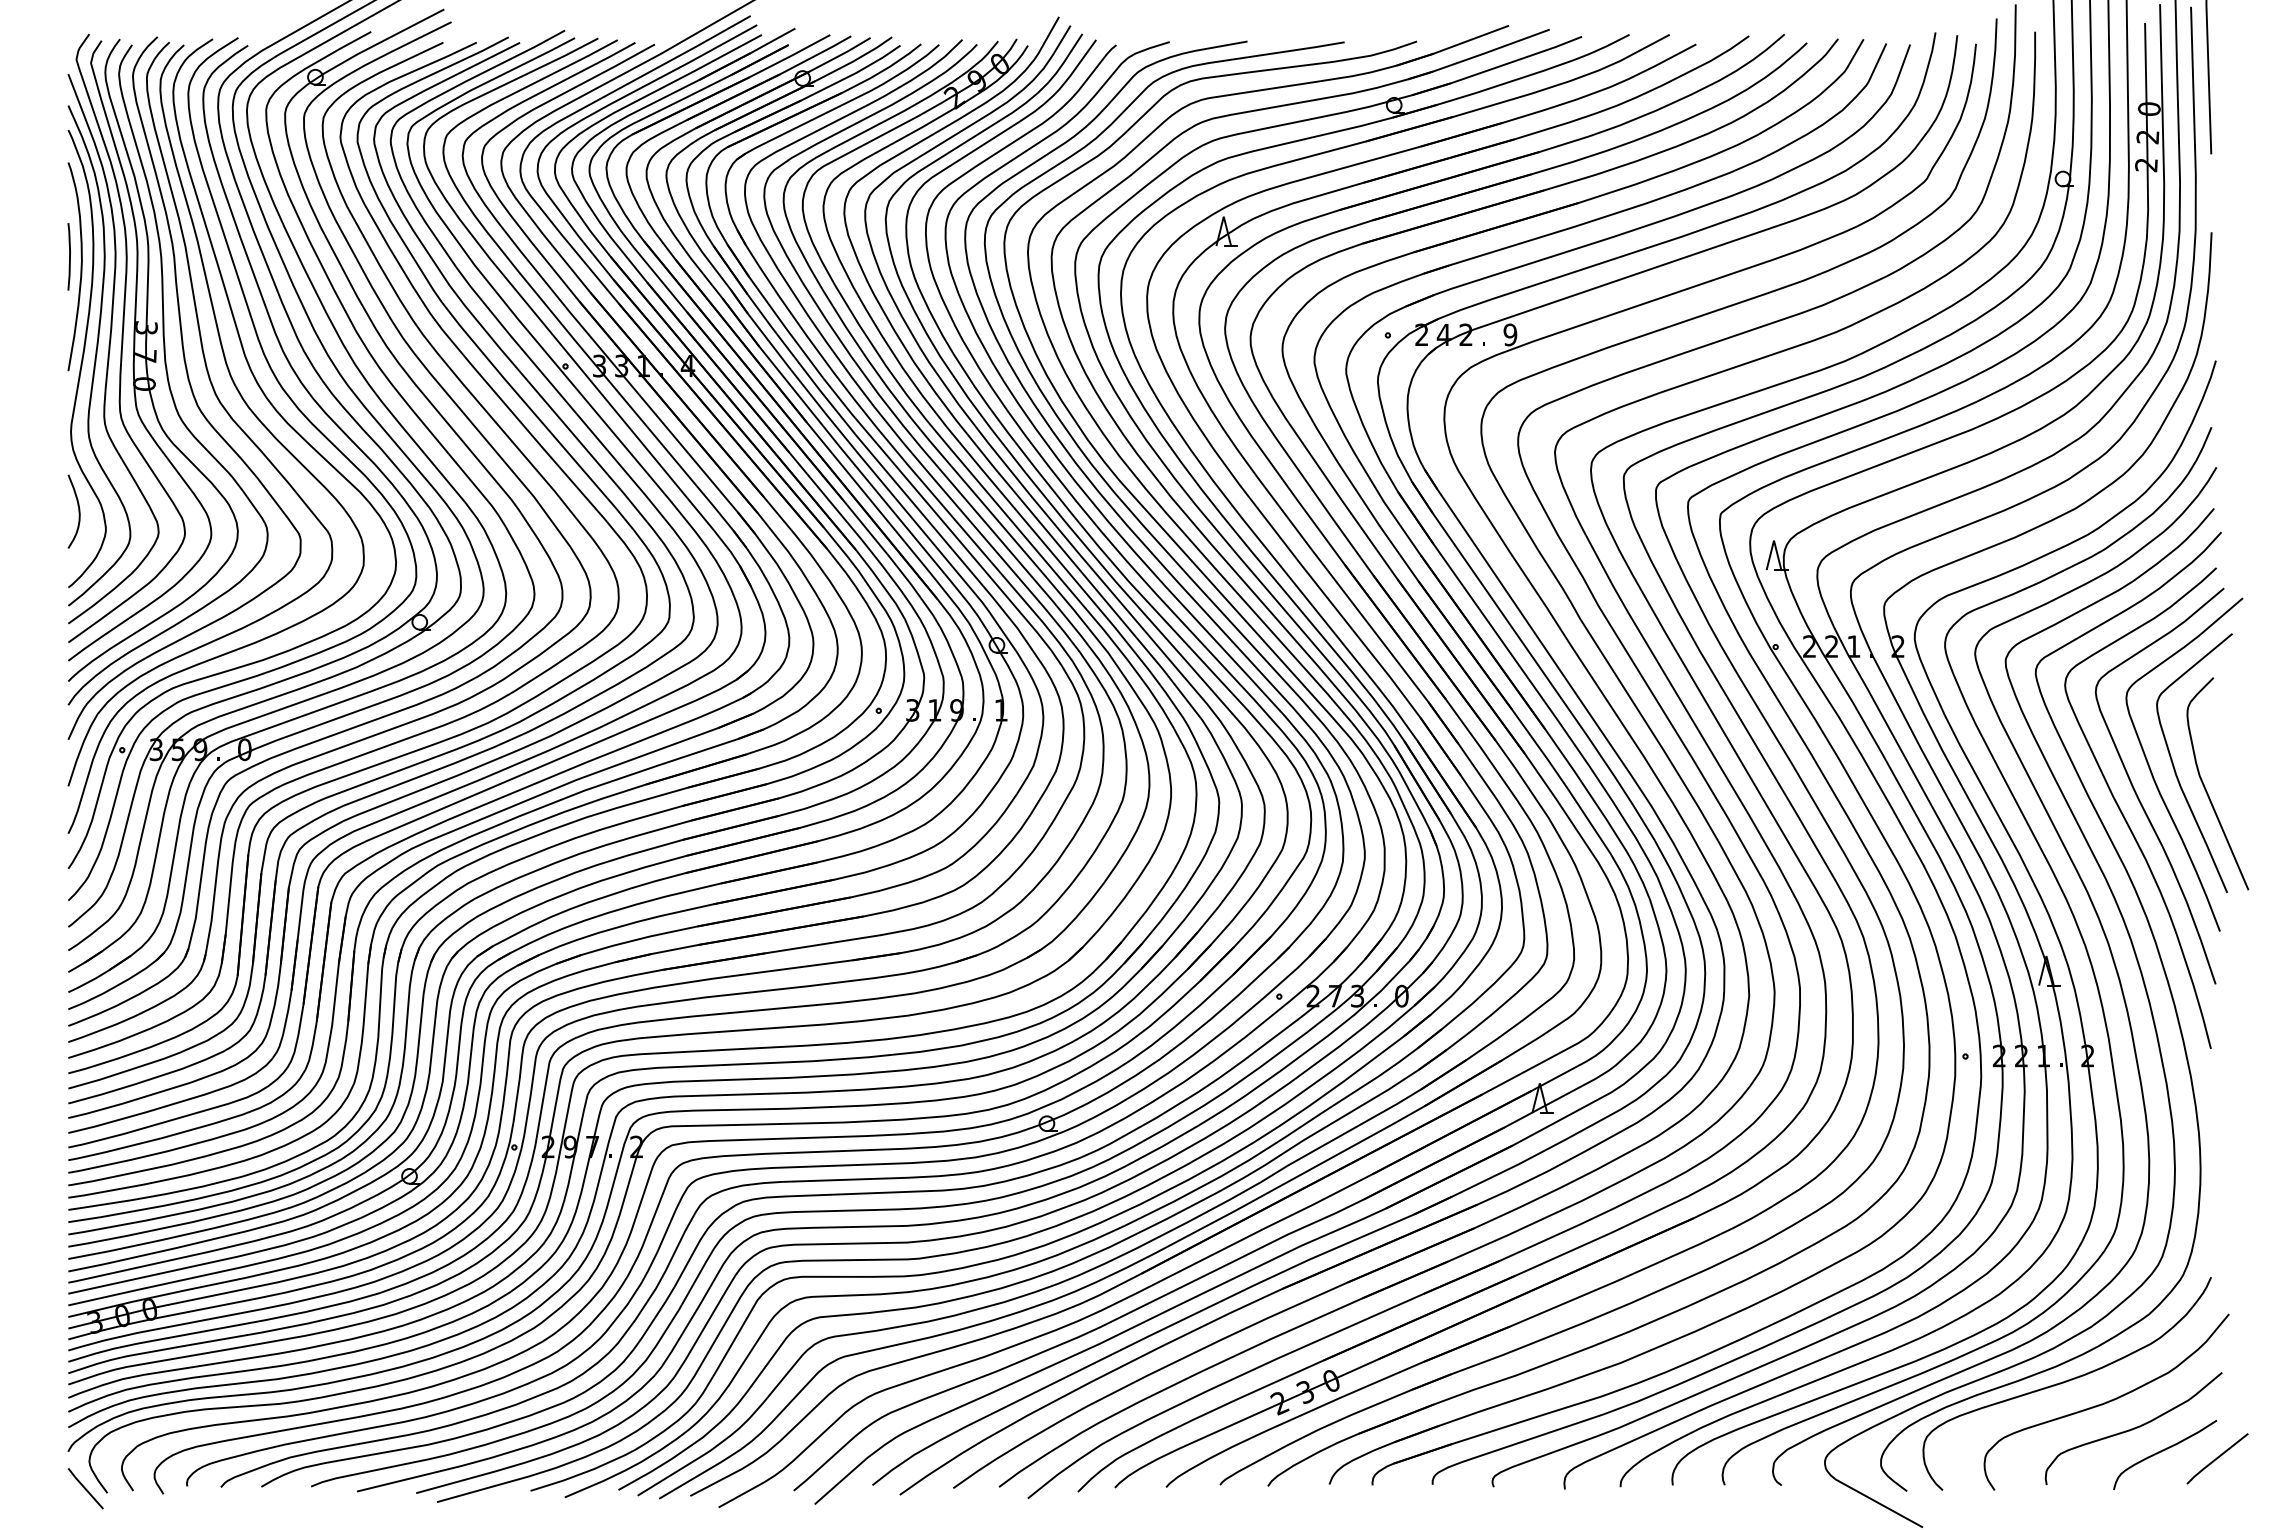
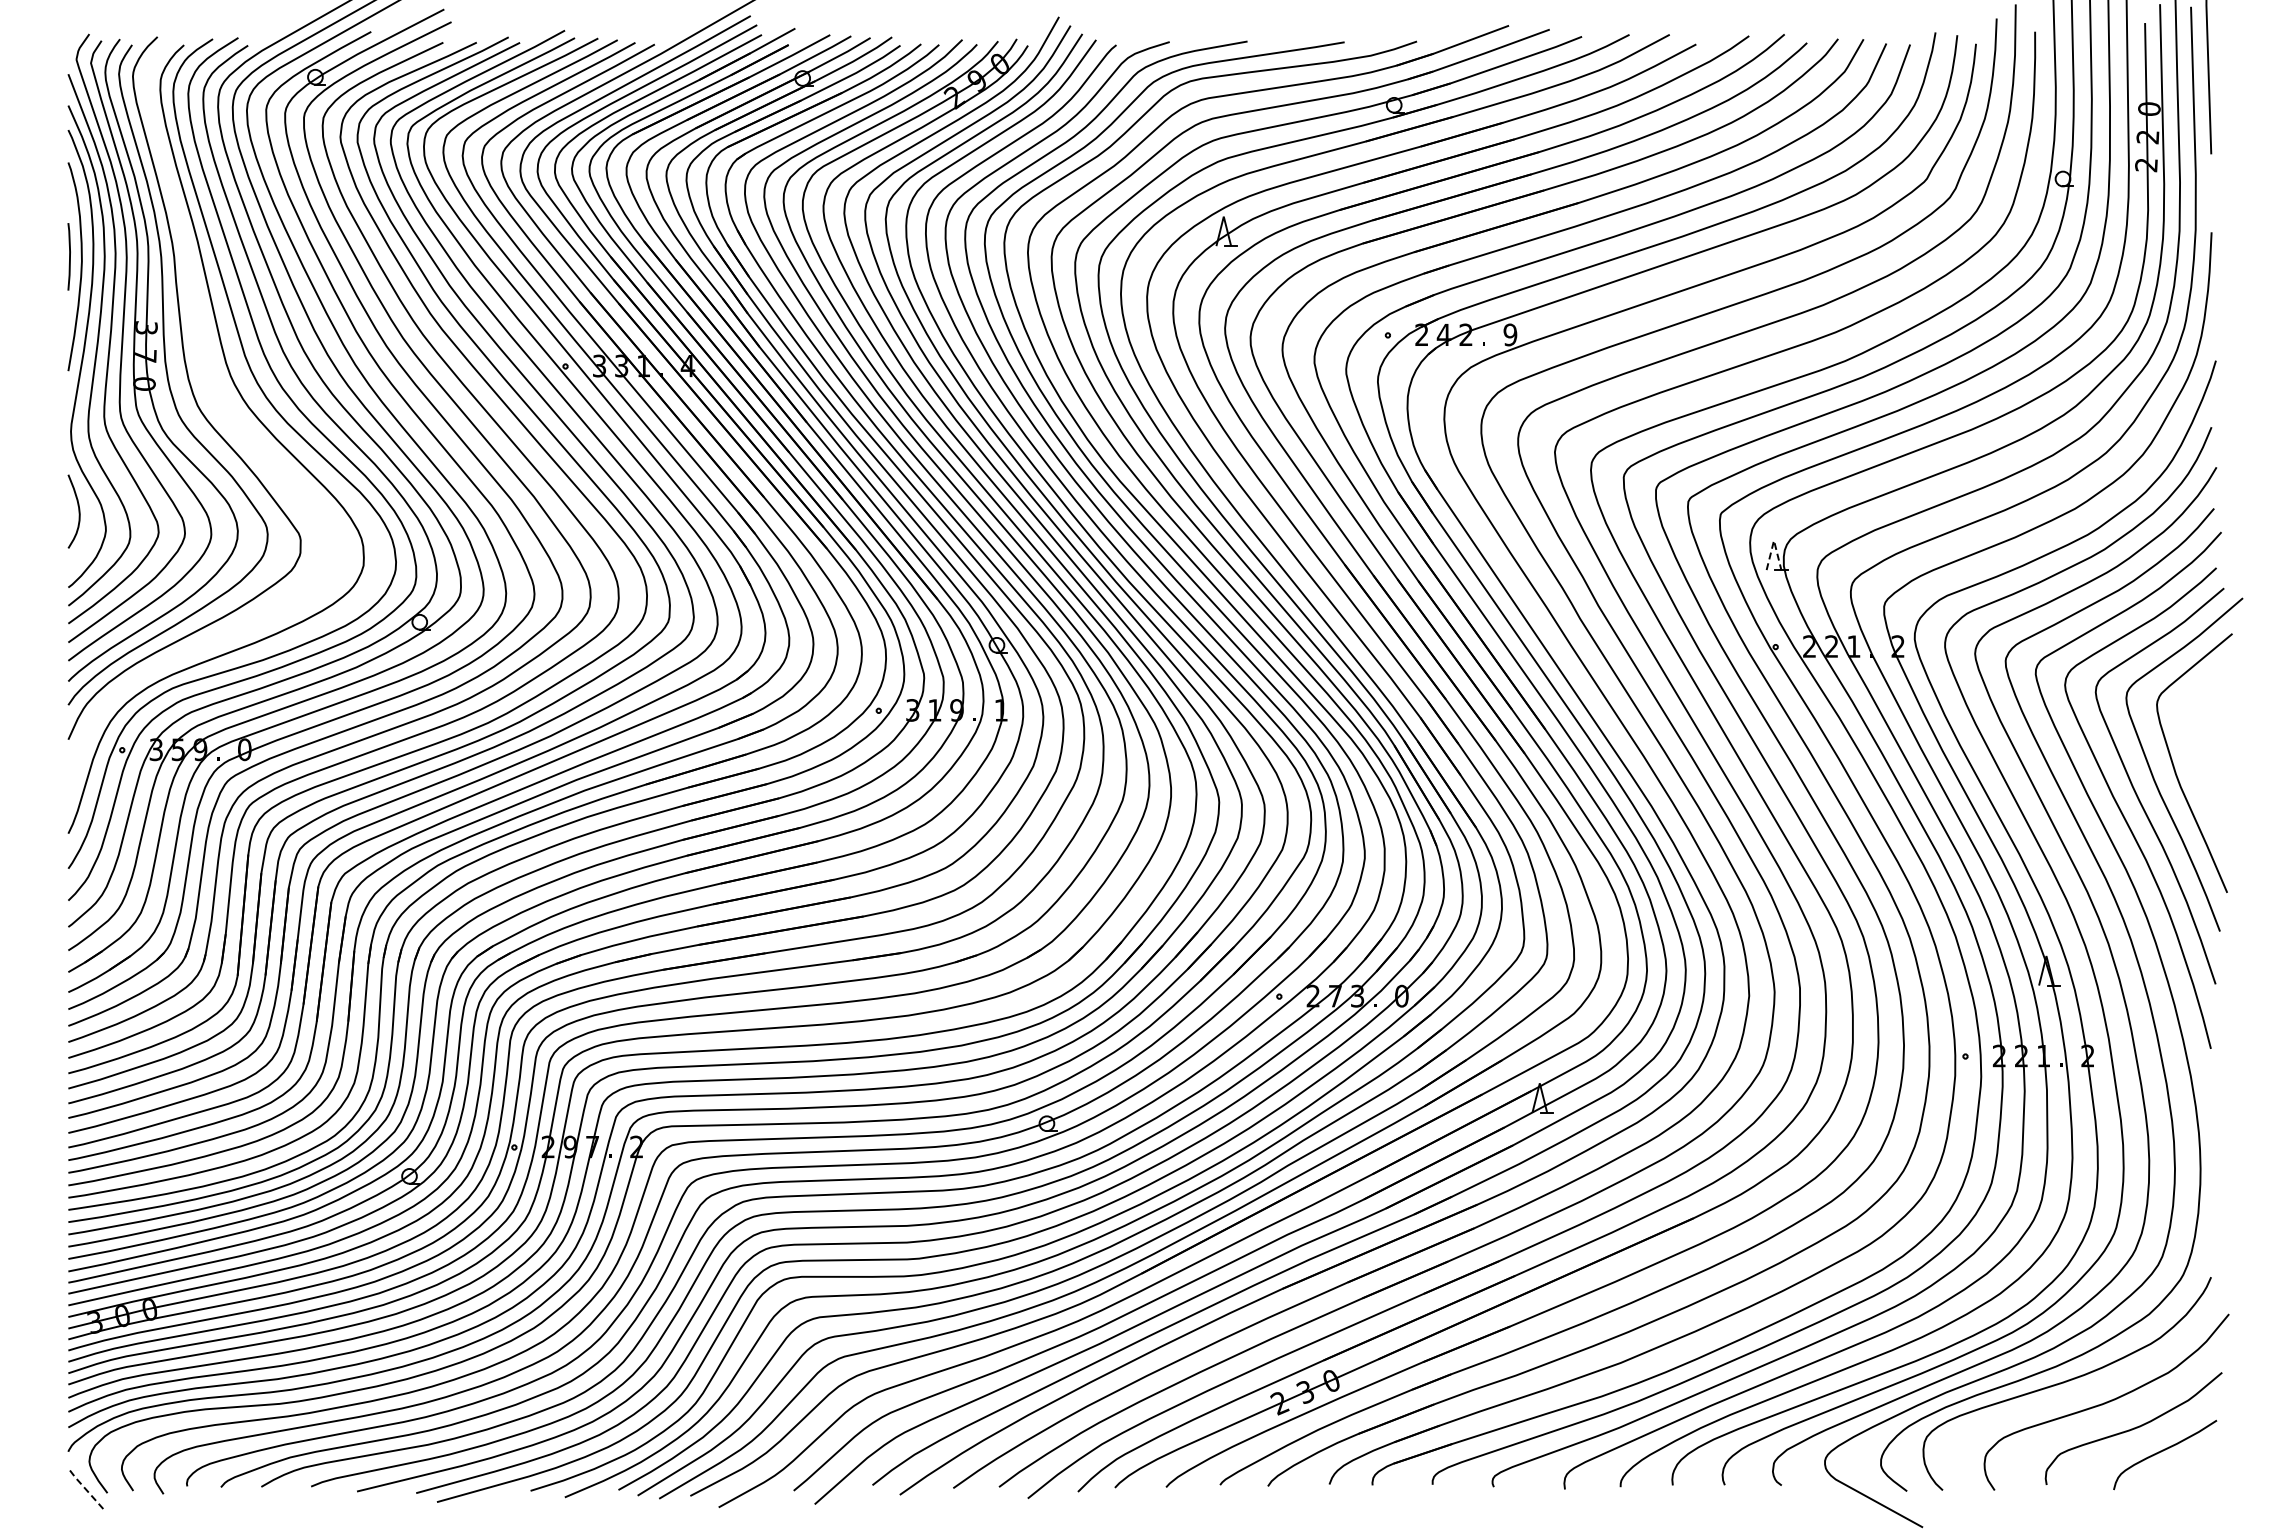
curve at (219, 403): present -> none
line at (1774, 540): solid -> dashed
curve at (2206, 788): present -> none
line at (2217, 1458): present -> none
line at (85, 1488): solid -> dashed
